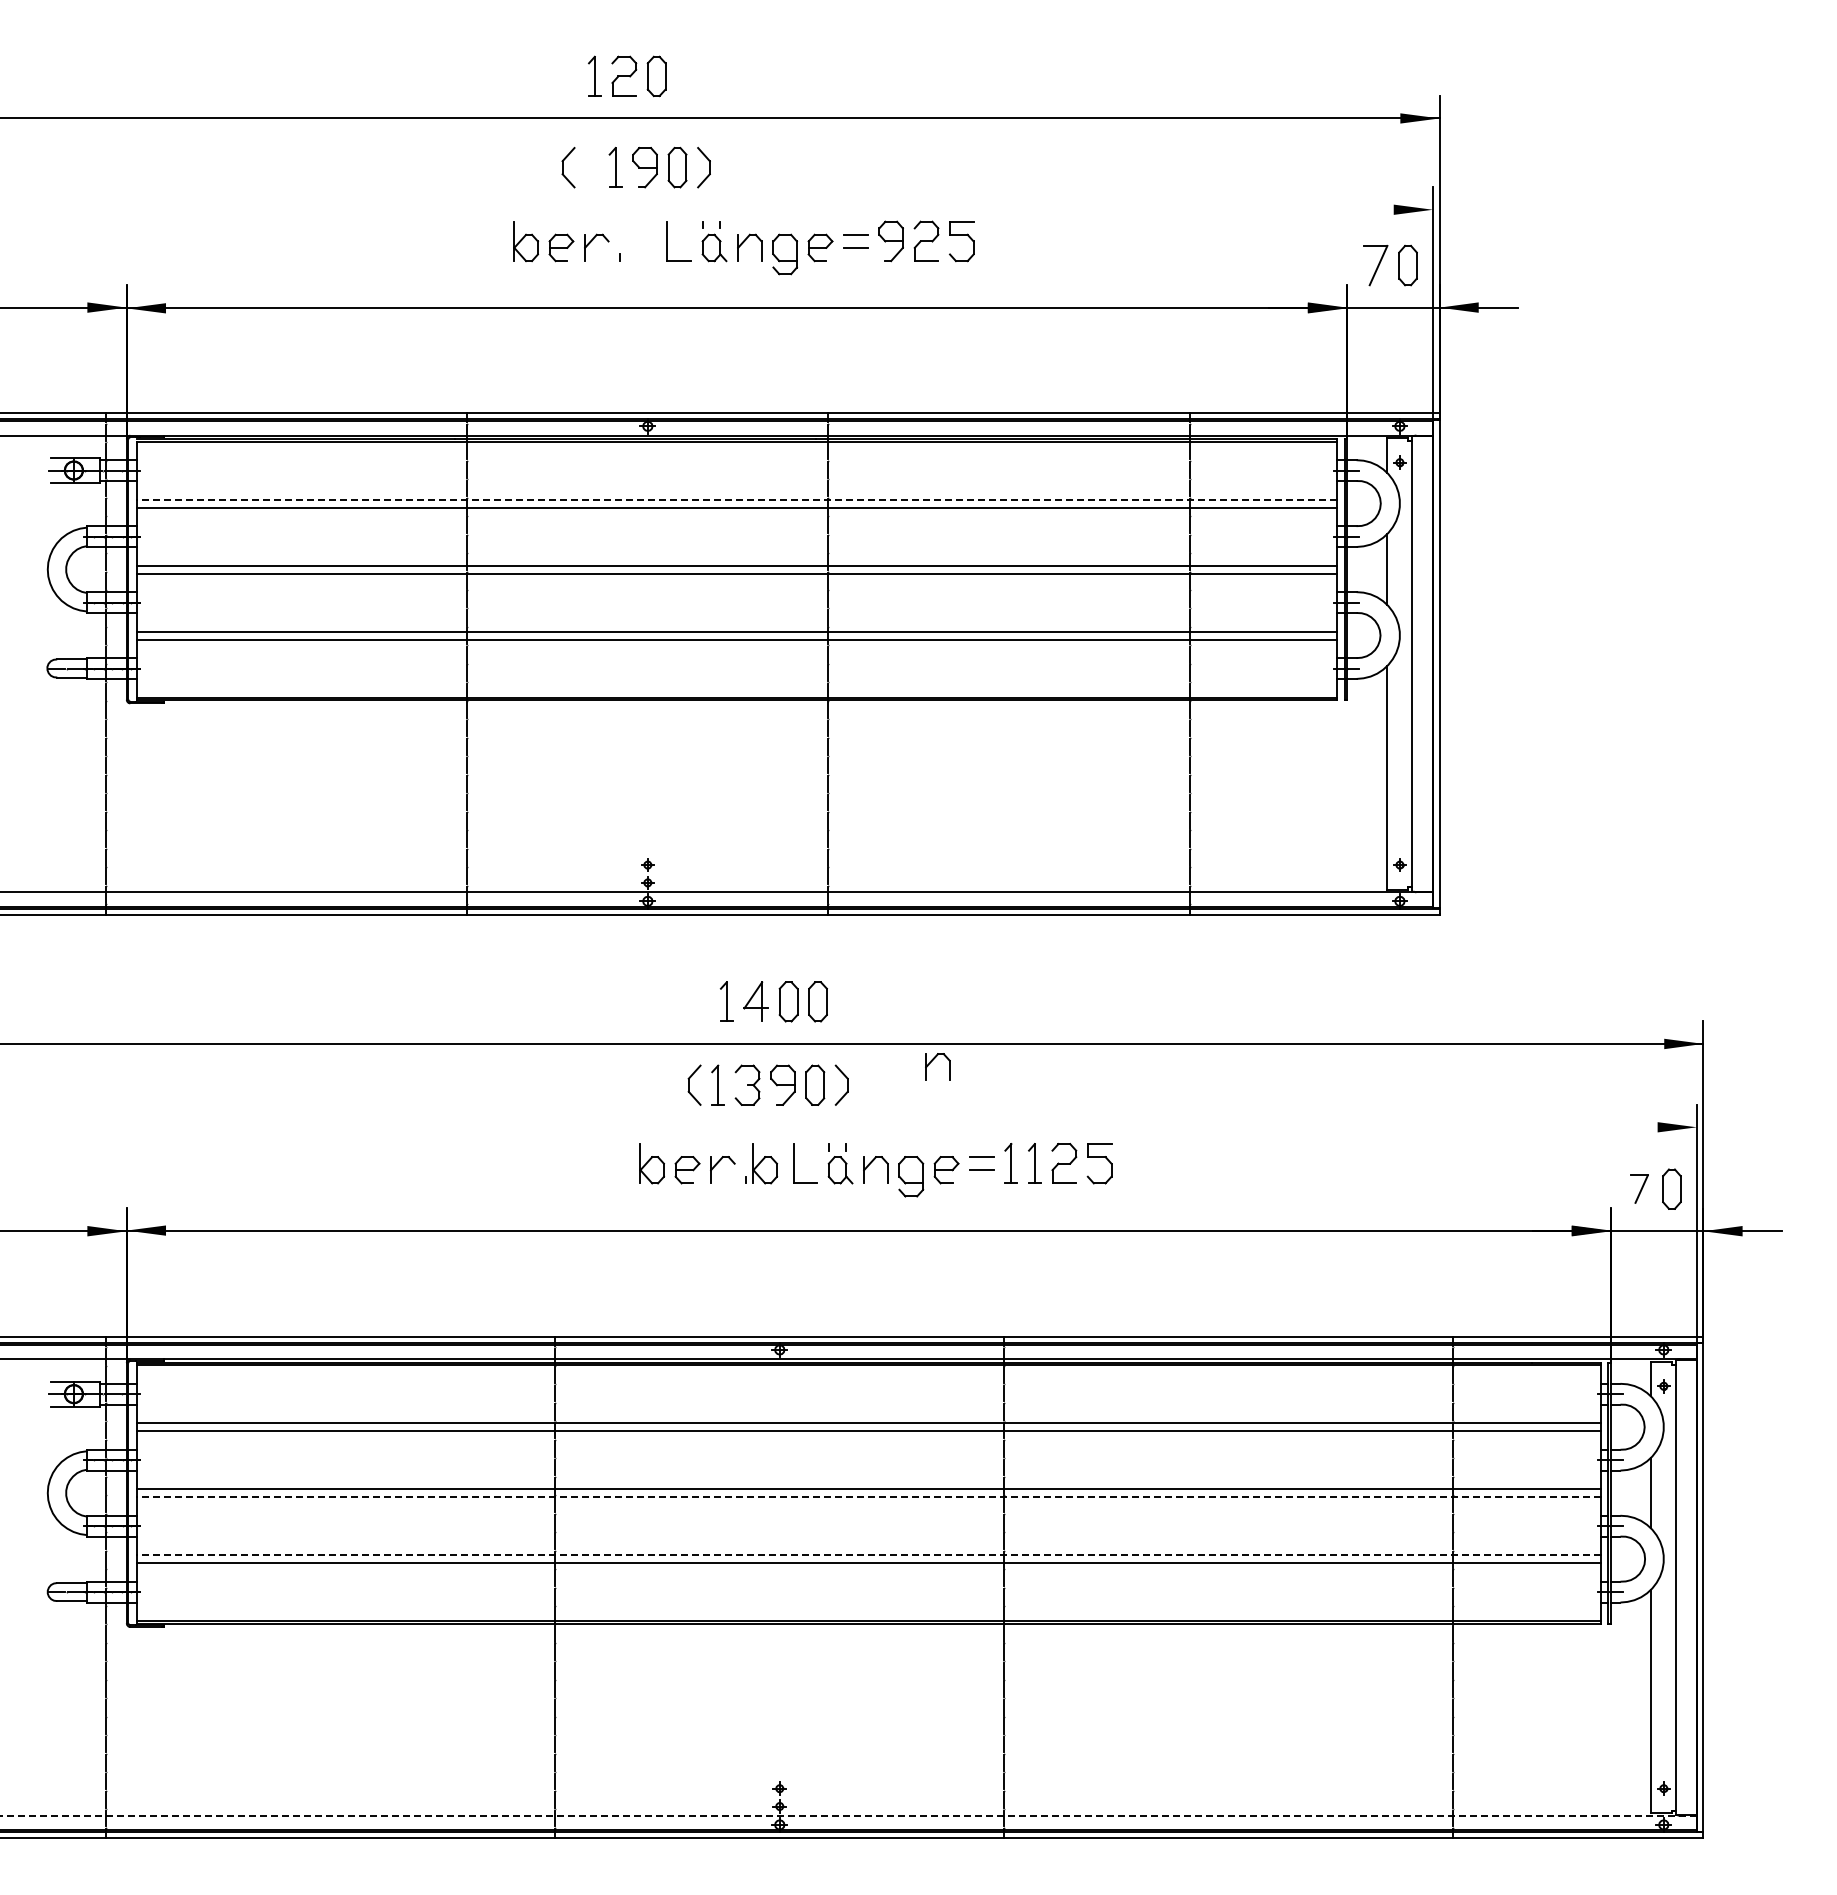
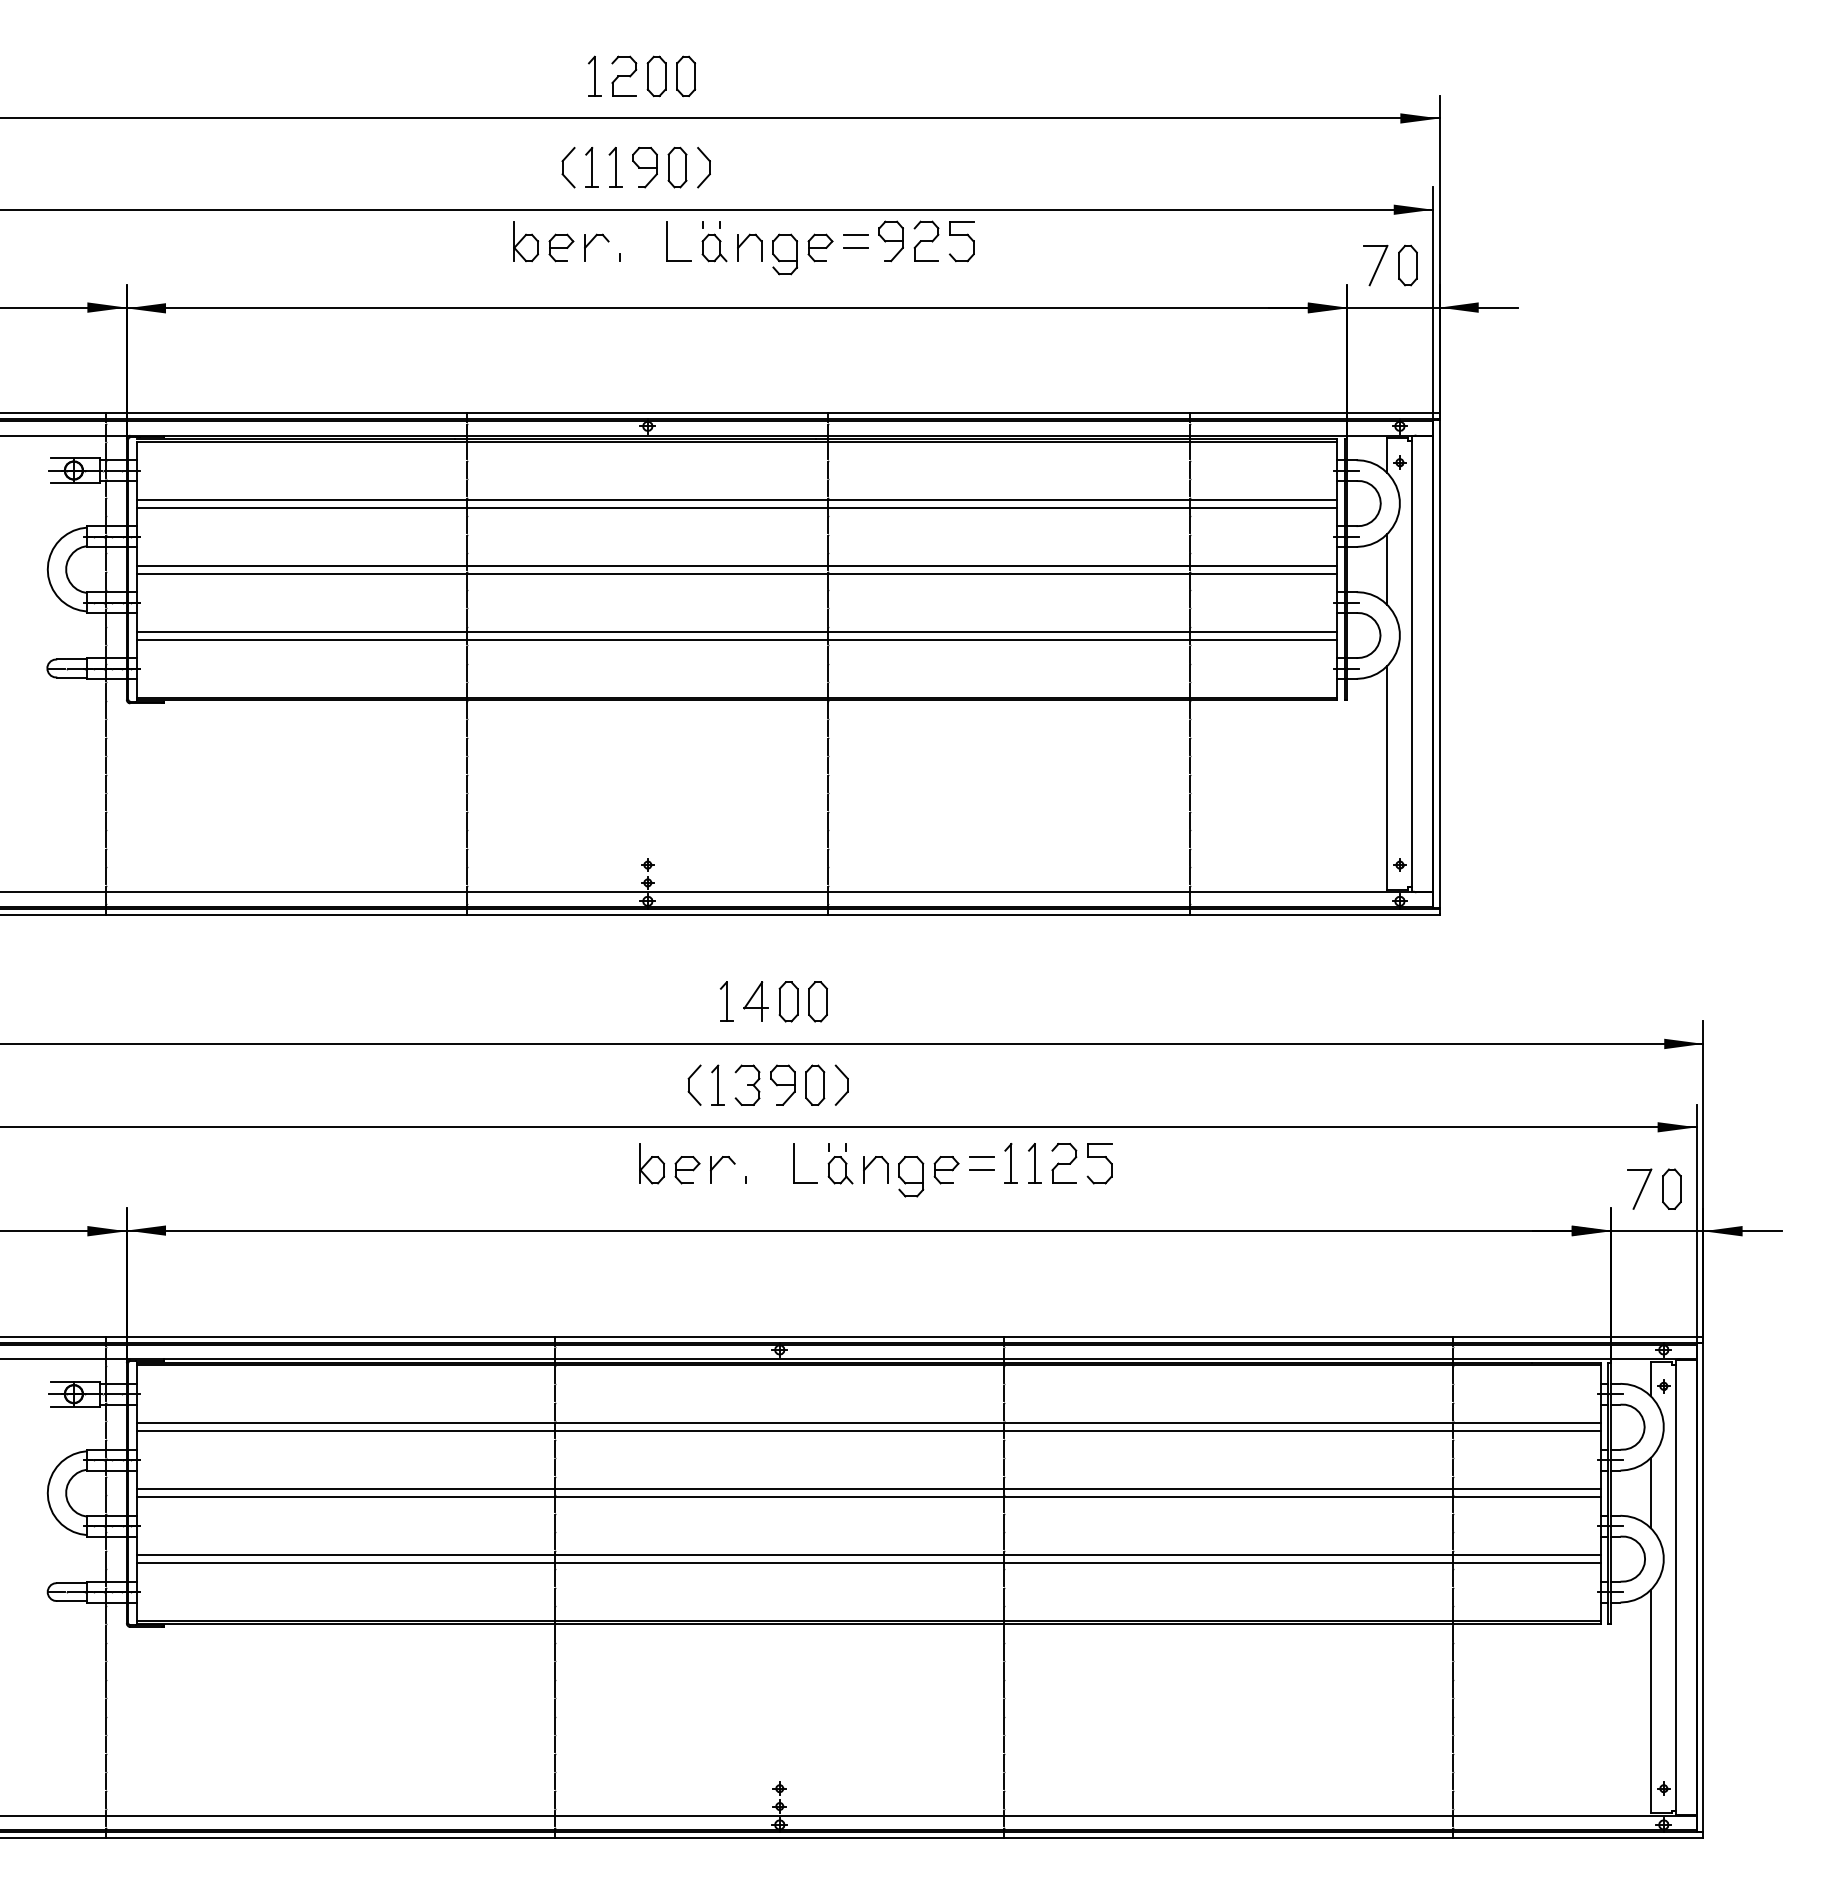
part at (685, 76): none -> present
part at (591, 167): none -> present
line at (717, 209): none -> present
line at (736, 499): dashed -> solid
part at (932, 1061): present -> none
line at (849, 1127): none -> present
part at (764, 1163): present -> none
part at (1639, 1188) size: 19x30 px -> 26x42 px
line at (868, 1497): dashed -> solid
line at (868, 1555): dashed -> solid
line at (848, 1815): dashed -> solid
